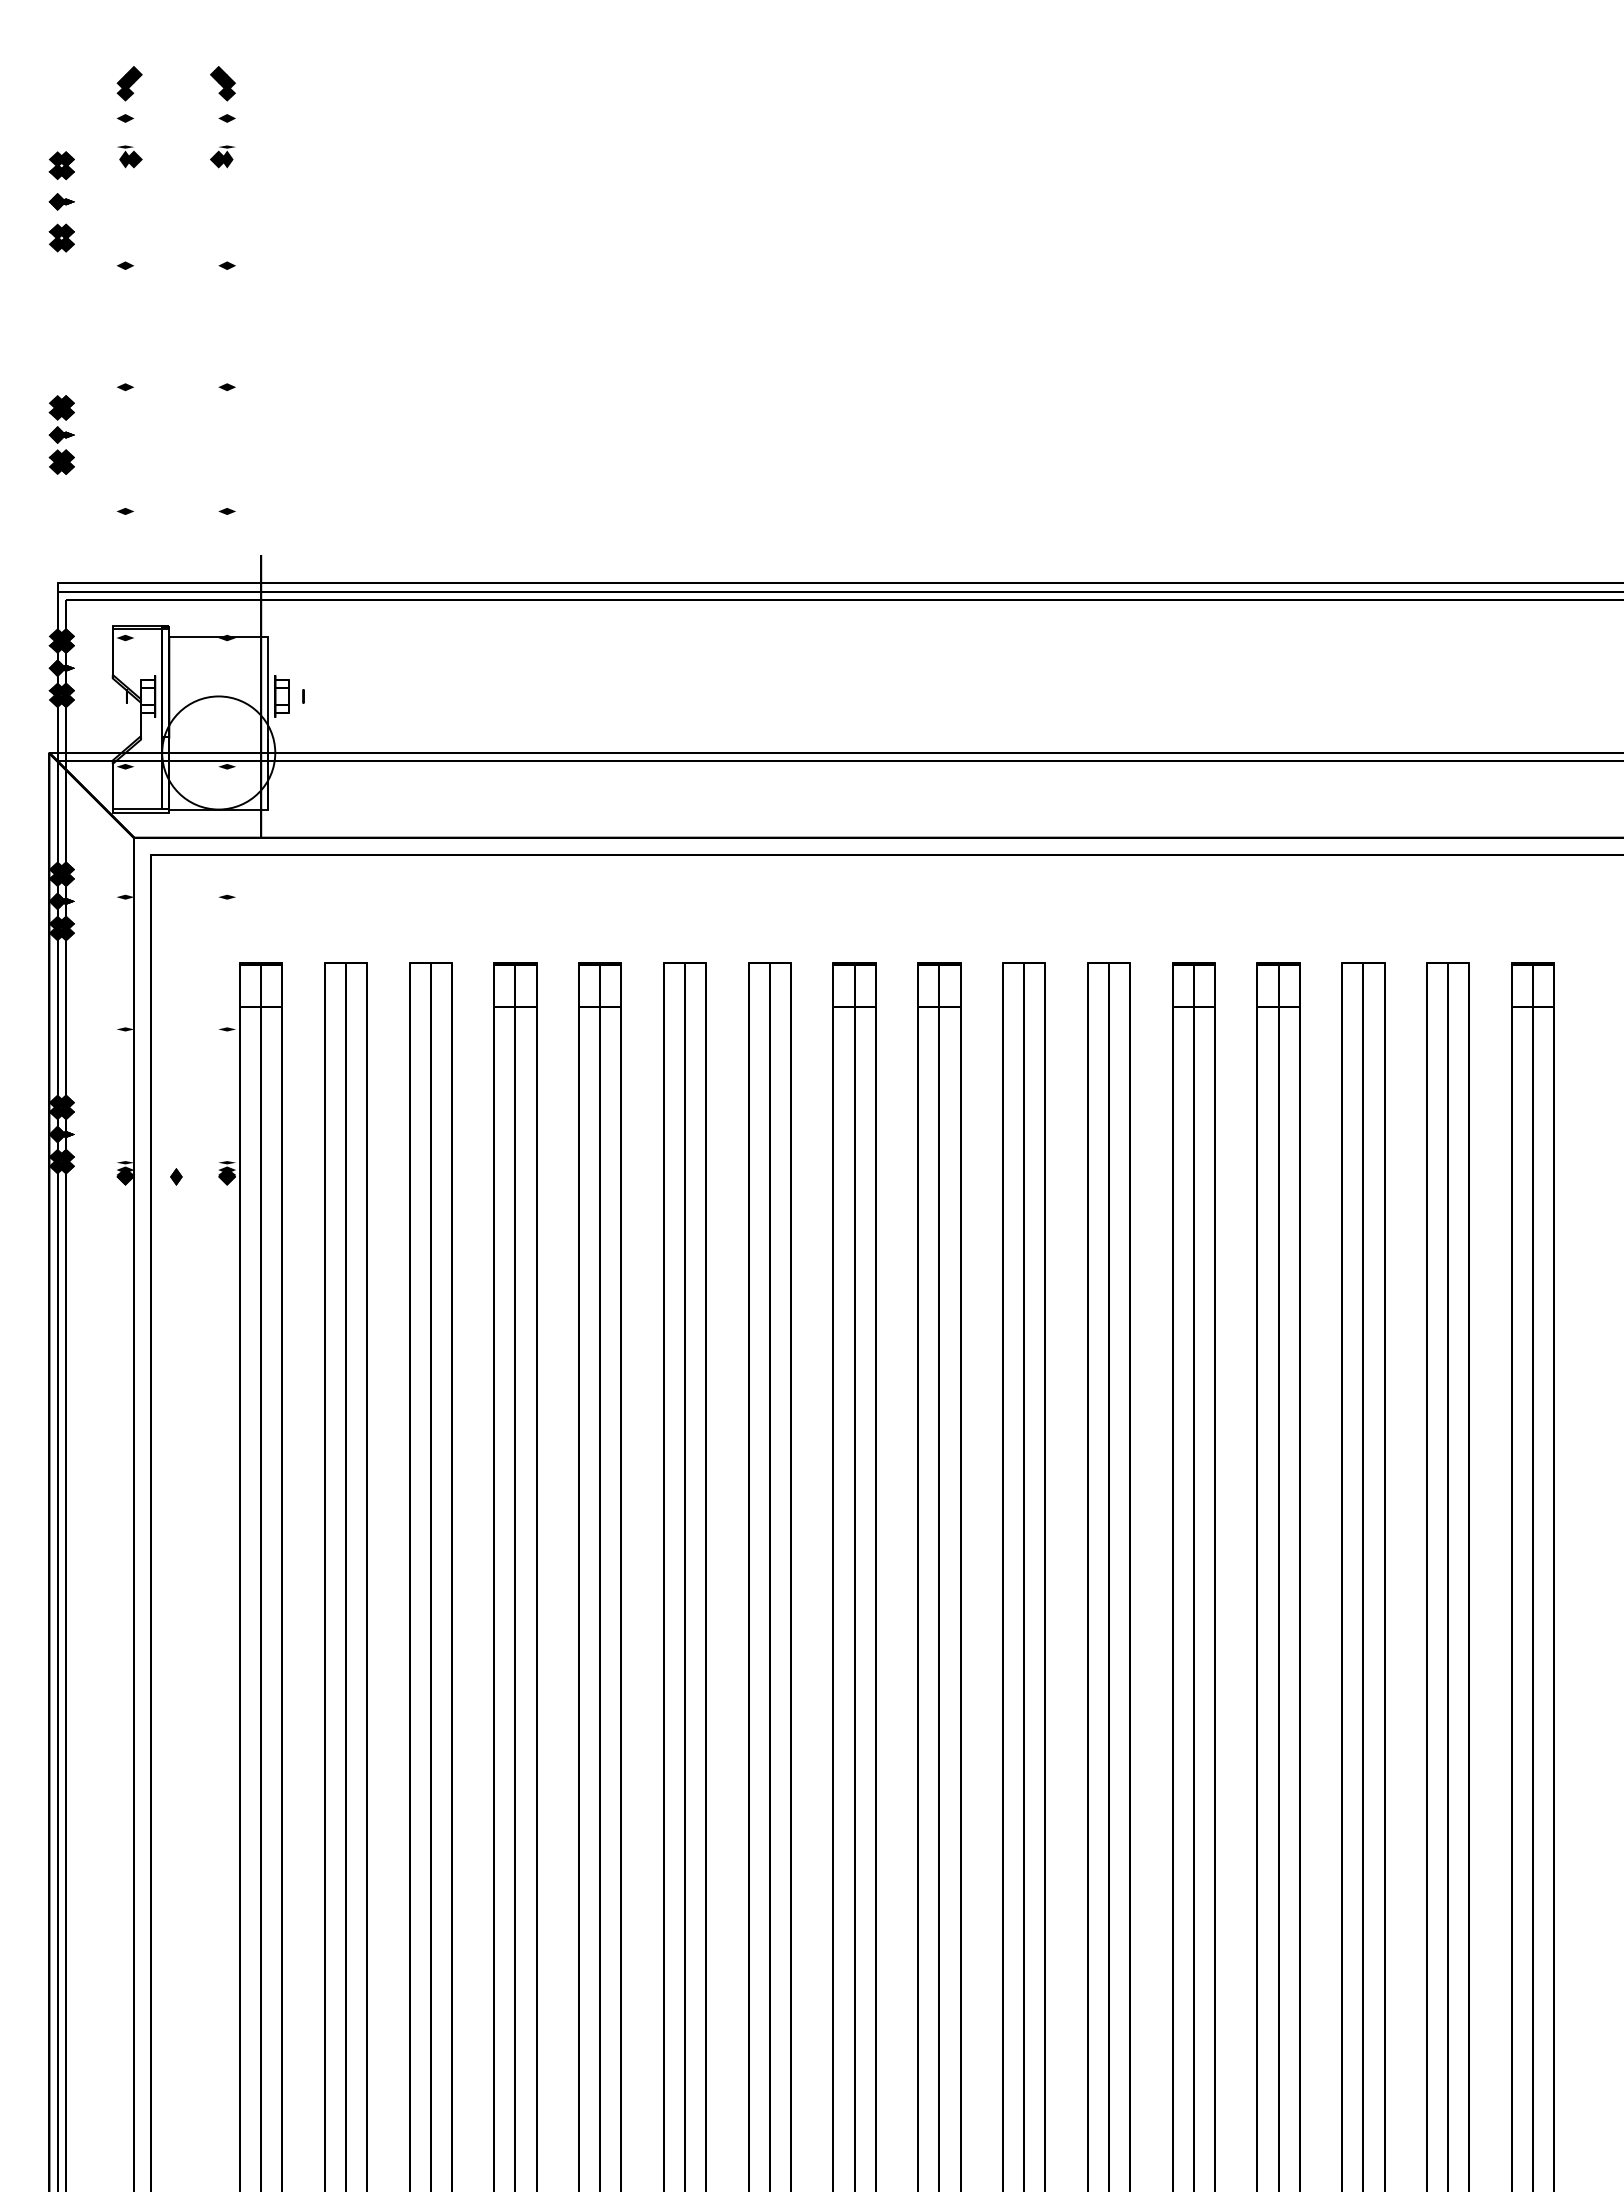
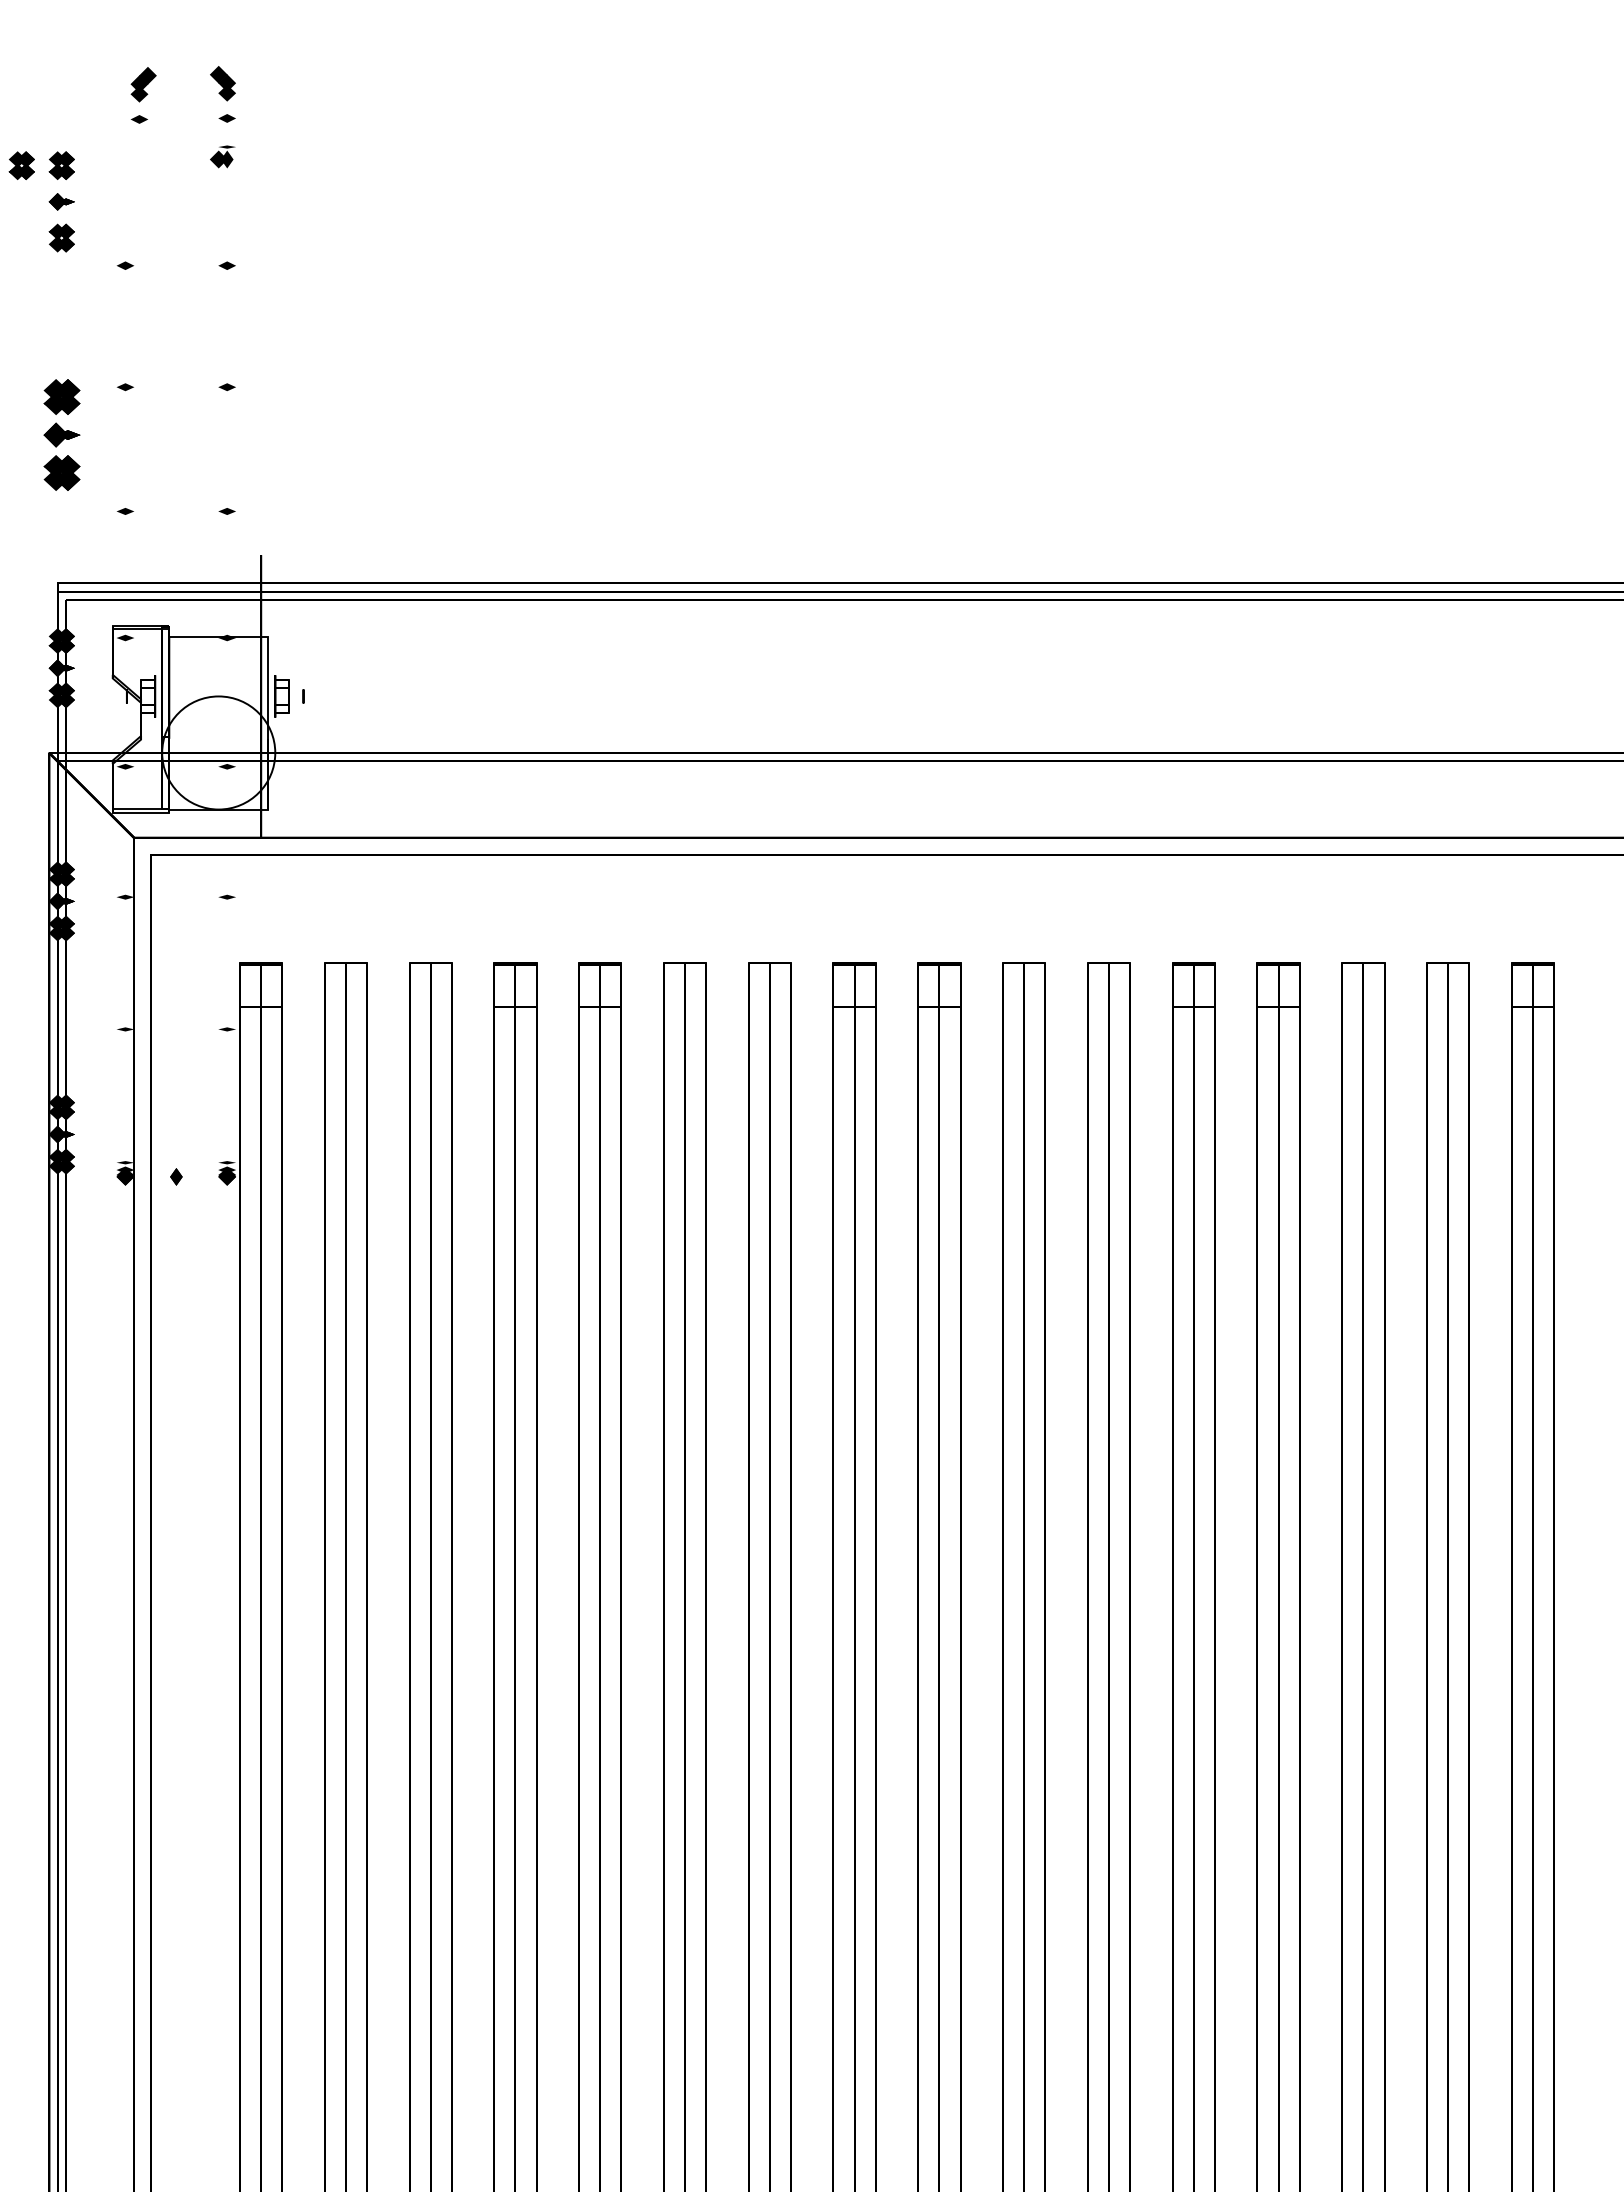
part at (129, 94) position: (129, 94) -> (143, 95)
part at (129, 156): present -> none
part at (21, 165): none -> present
part at (61, 434) size: 27x80 px -> 38x112 px
